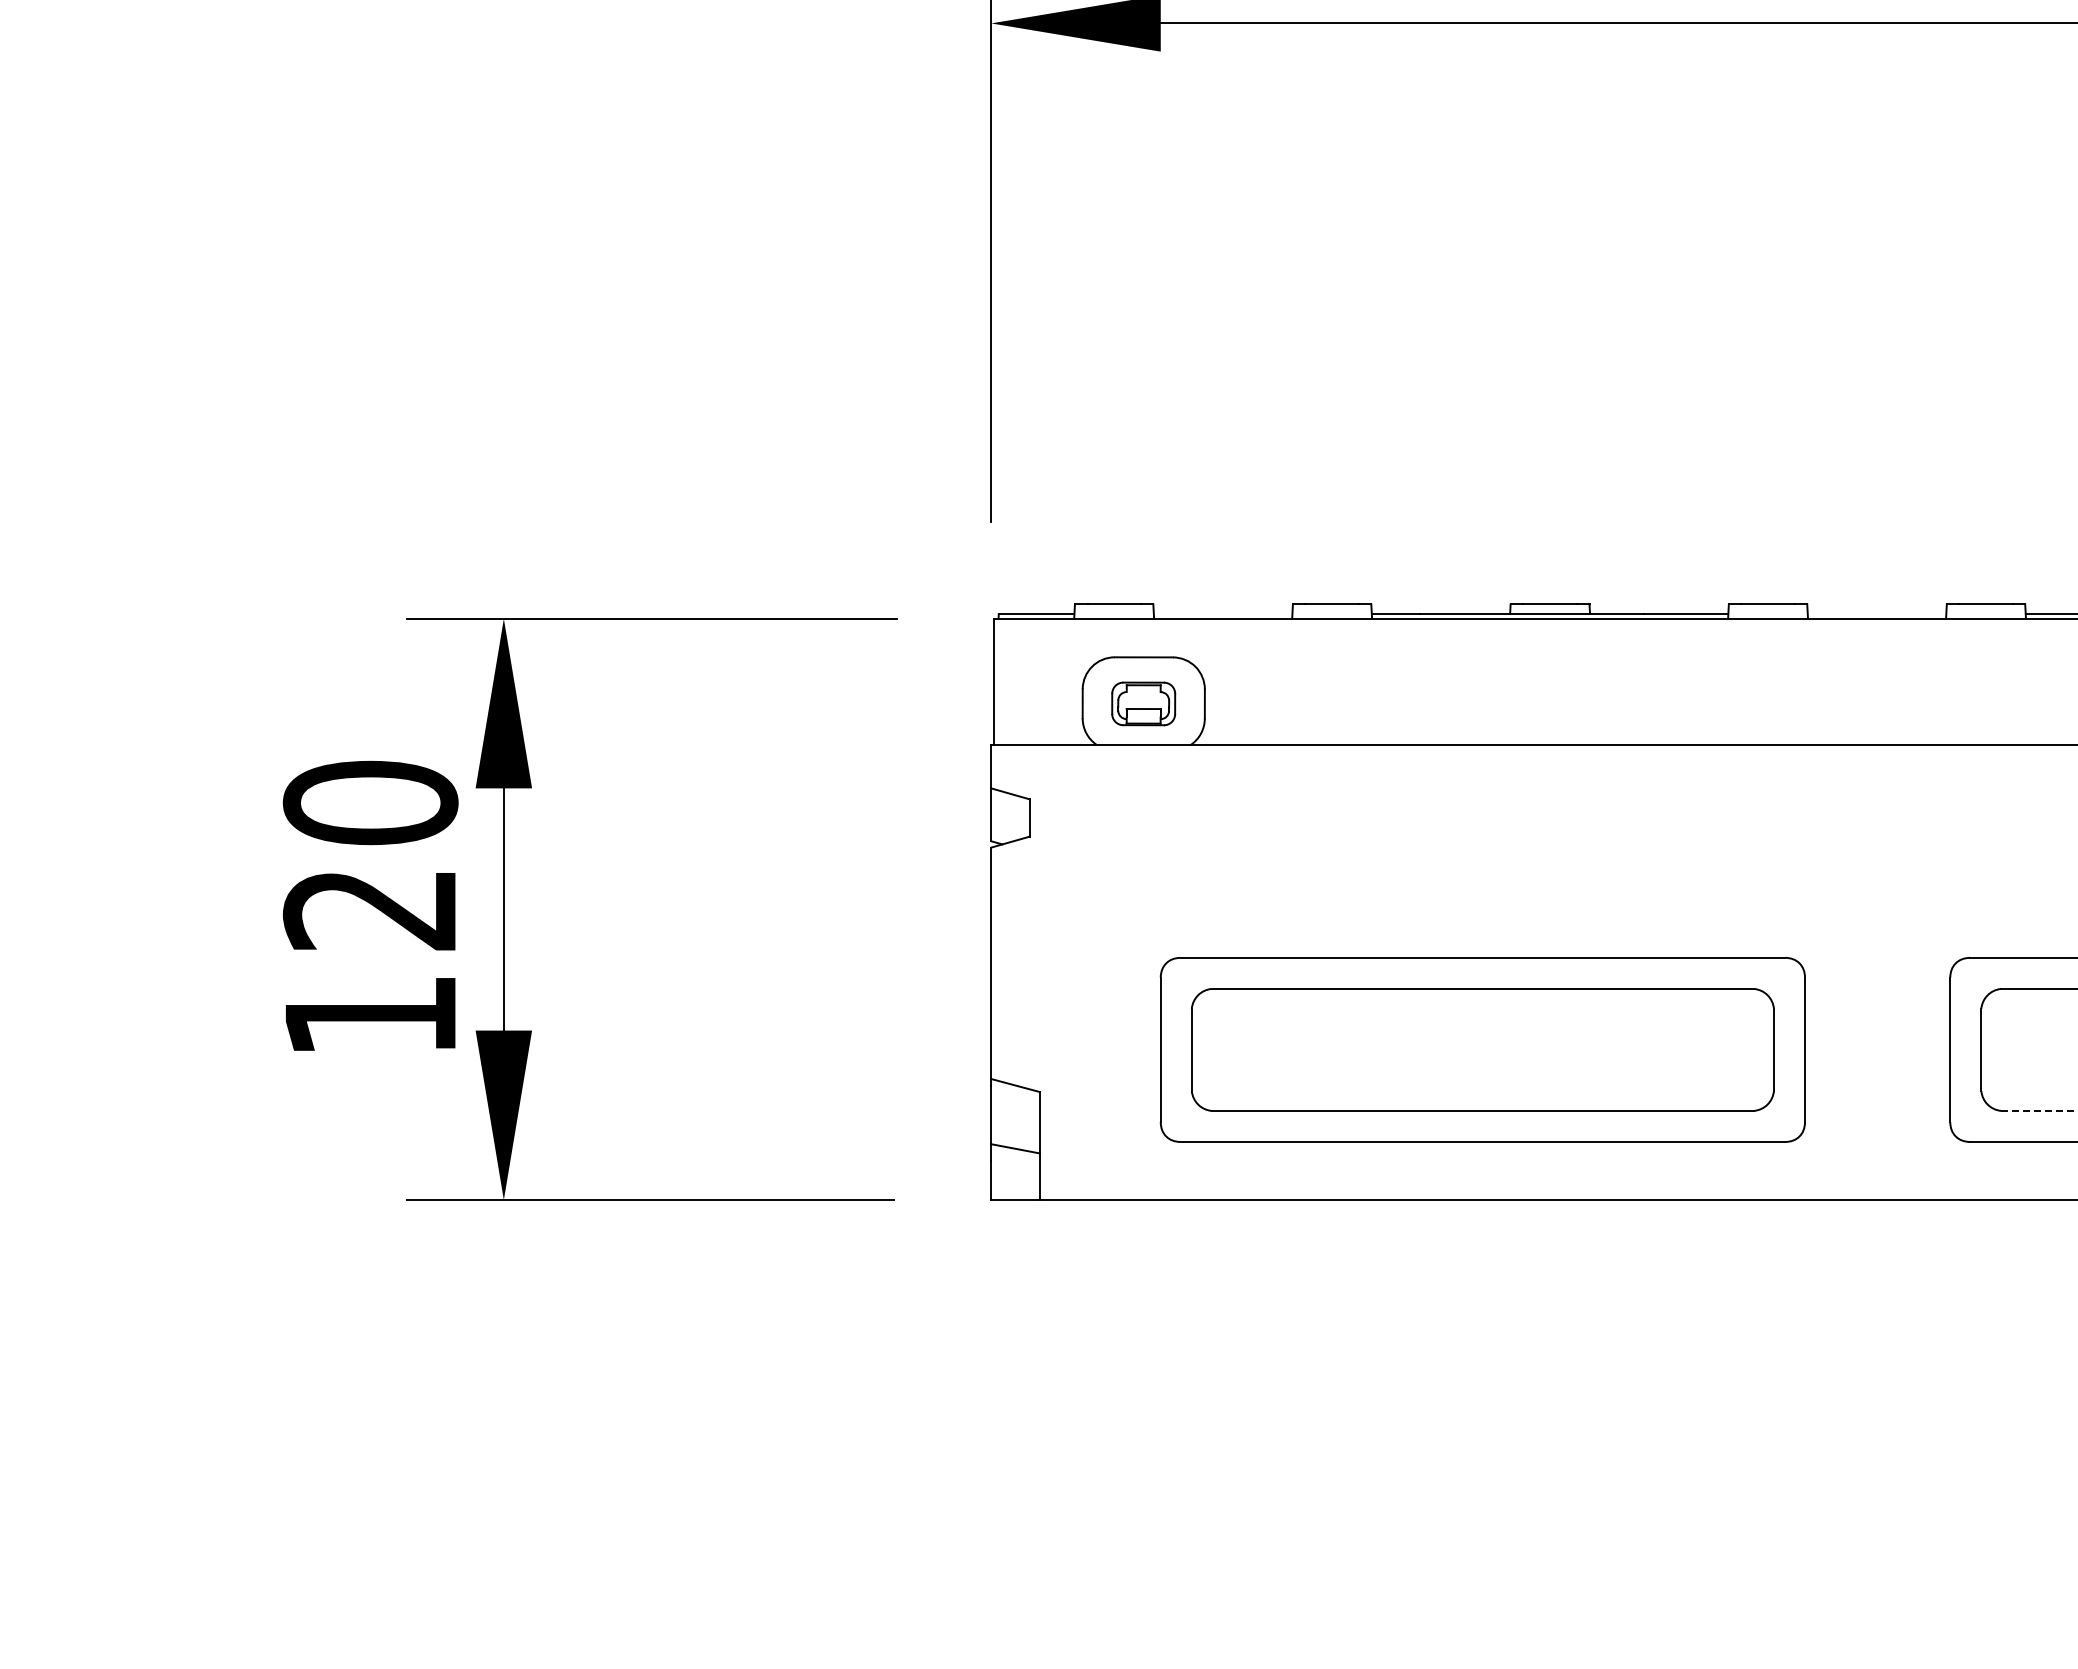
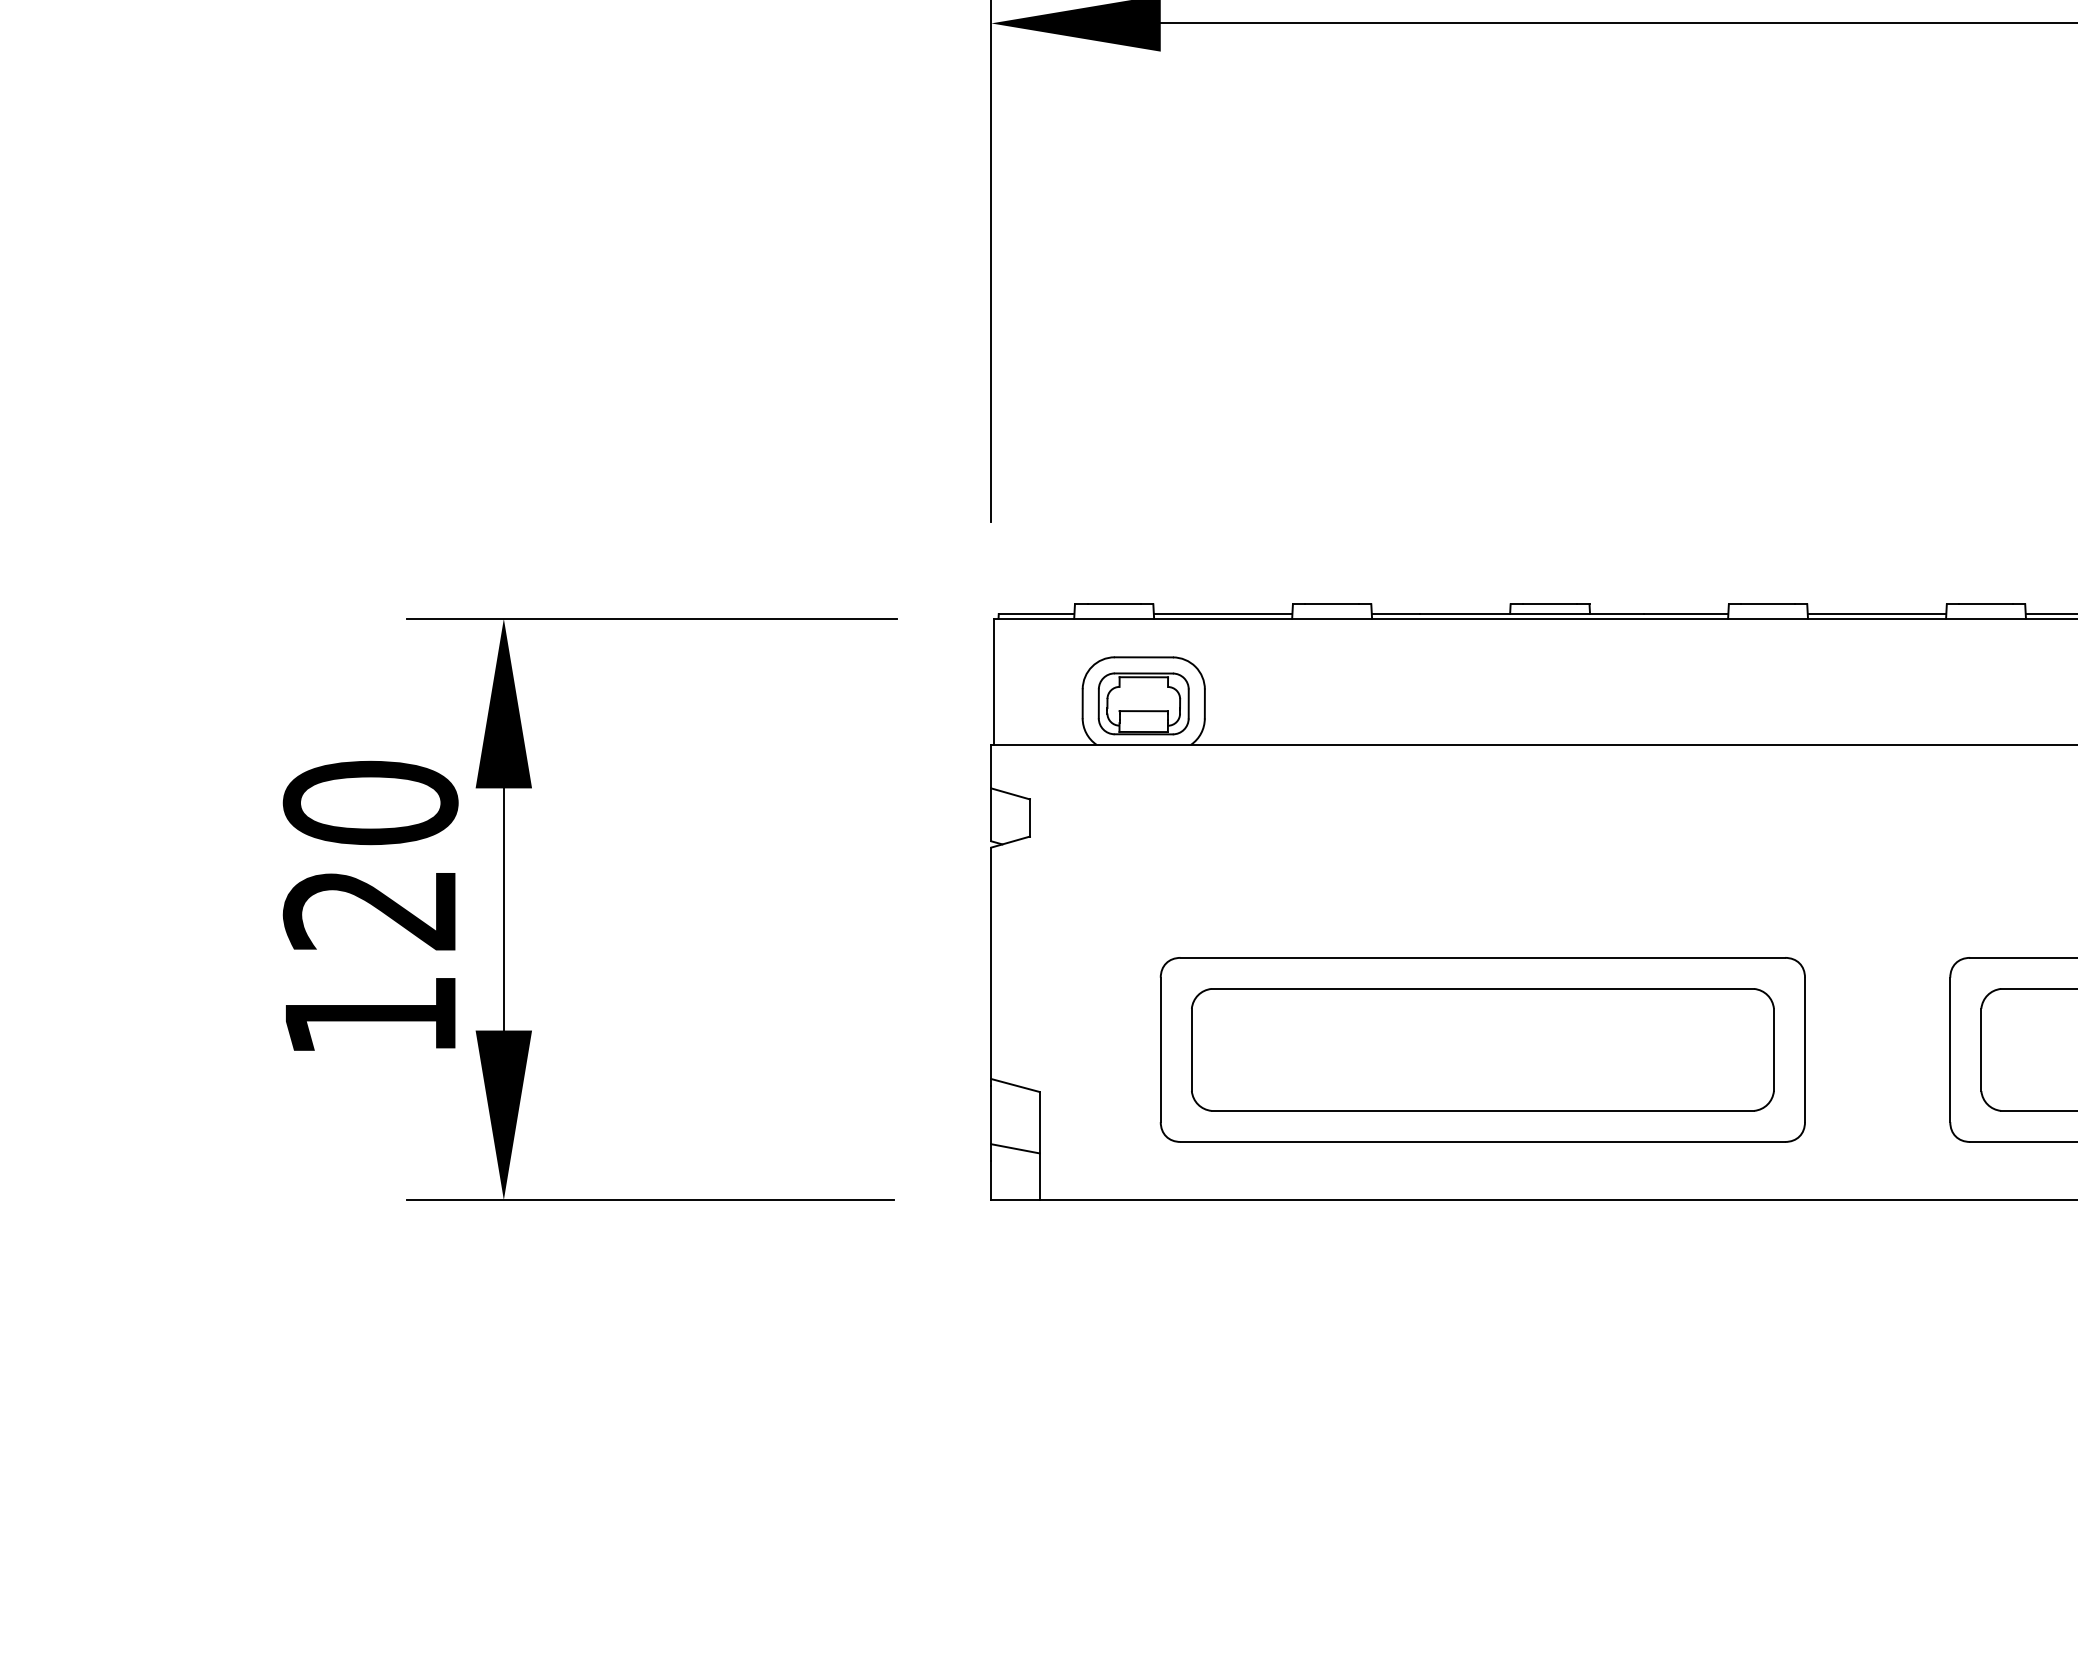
line at (1222, 614): none -> present
line at (1876, 614): none -> present
part at (1143, 703) size: 66x46 px -> 93x64 px
line at (2039, 1110): dashed -> solid
